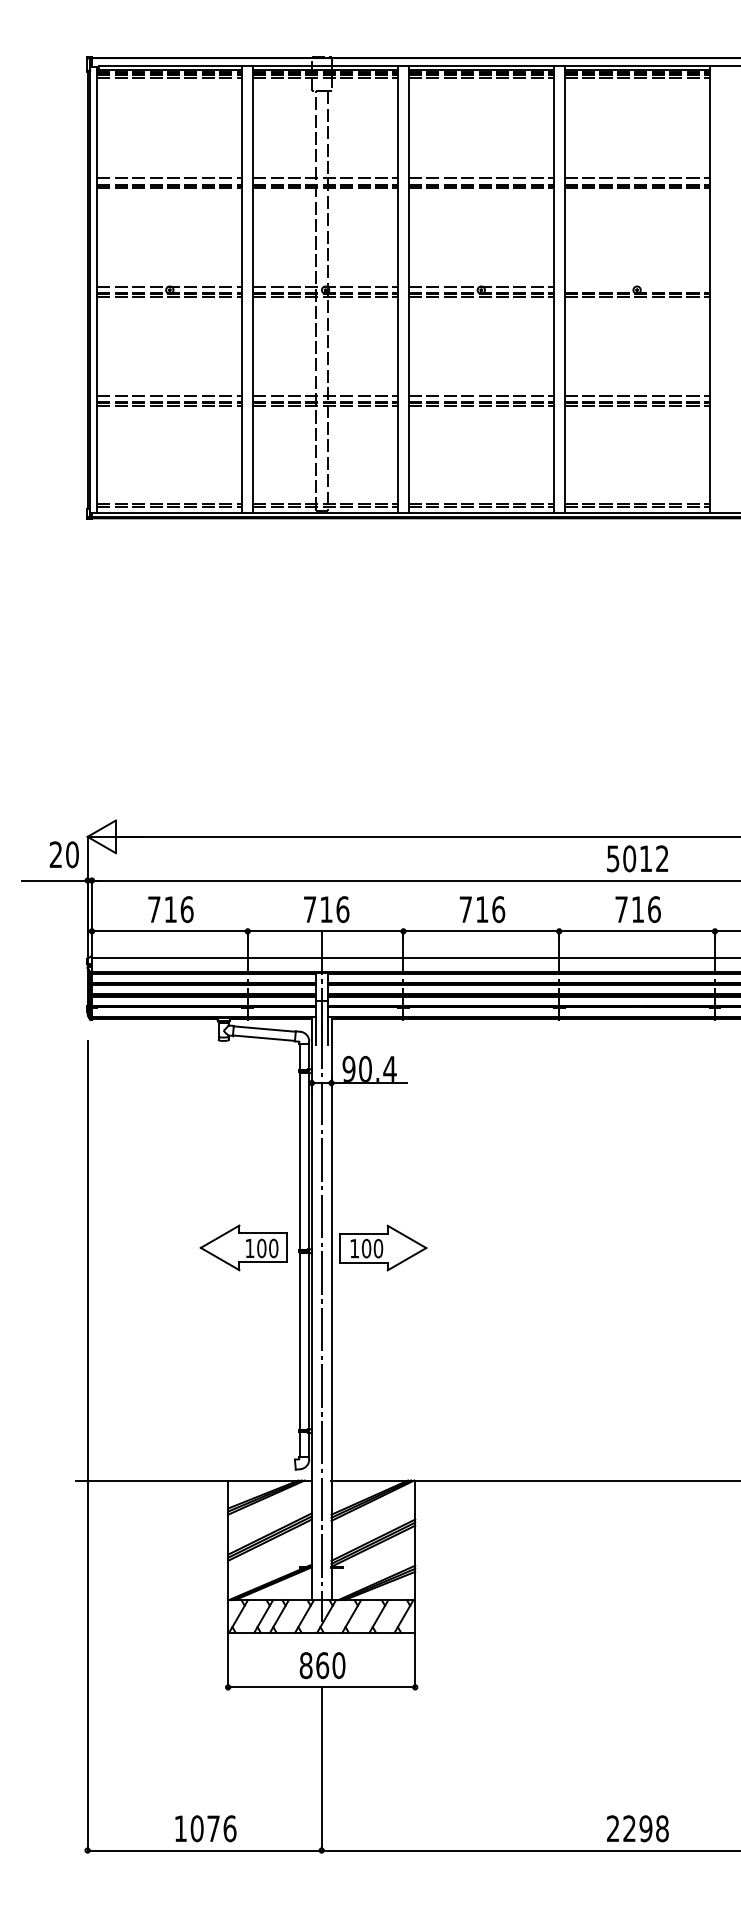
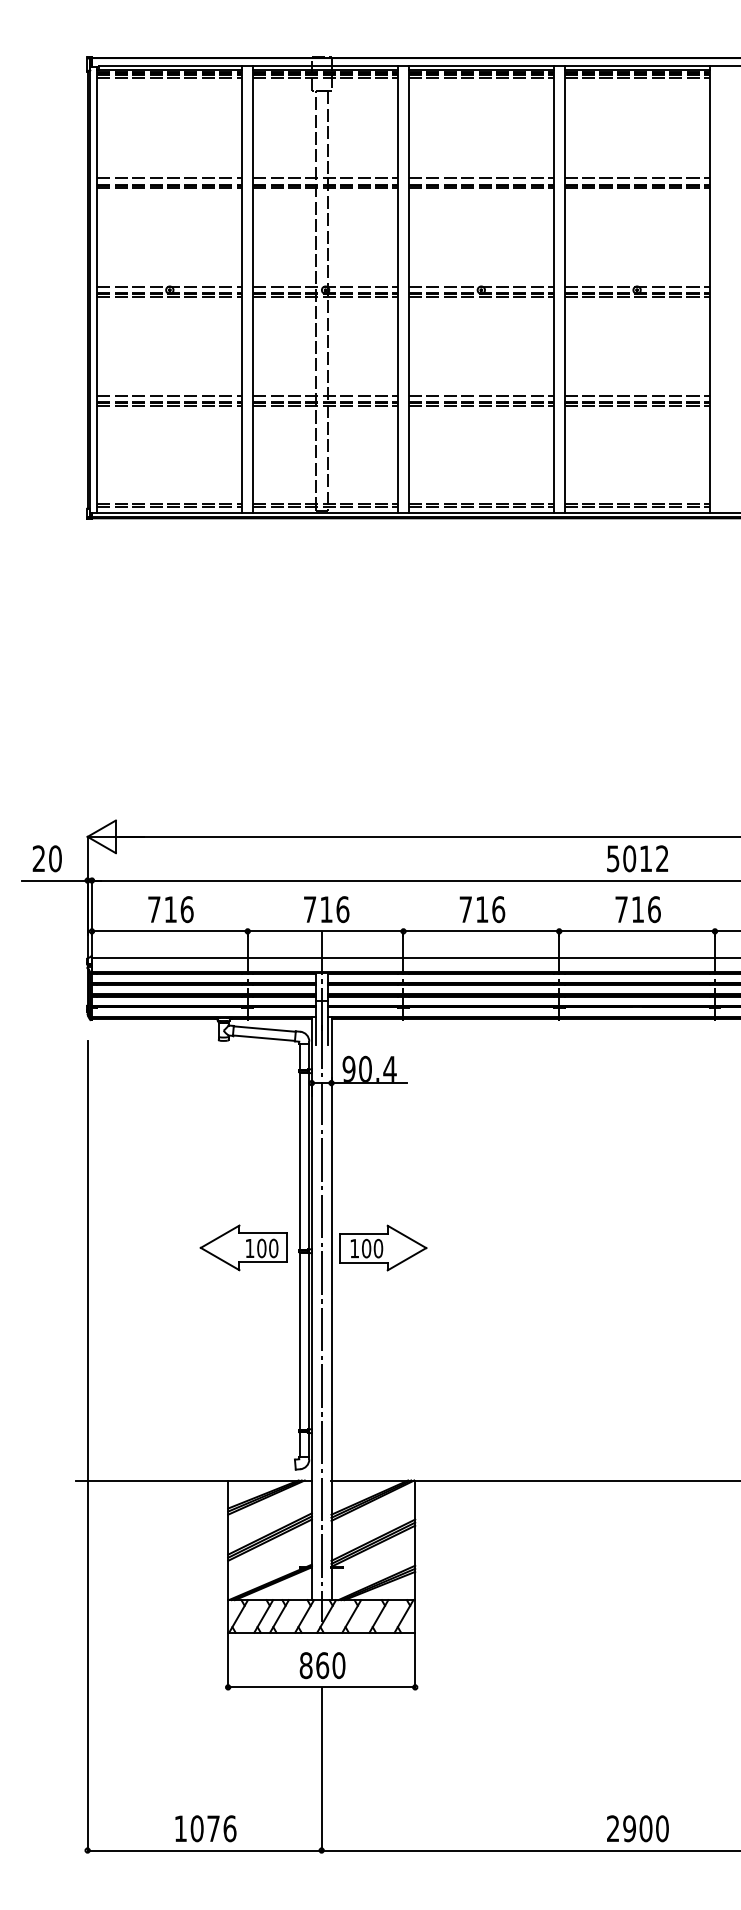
line at (636, 286): none -> present
text at (63, 854) position: (63, 854) -> (46, 858)
text at (645, 1828): 2298 -> 2900
